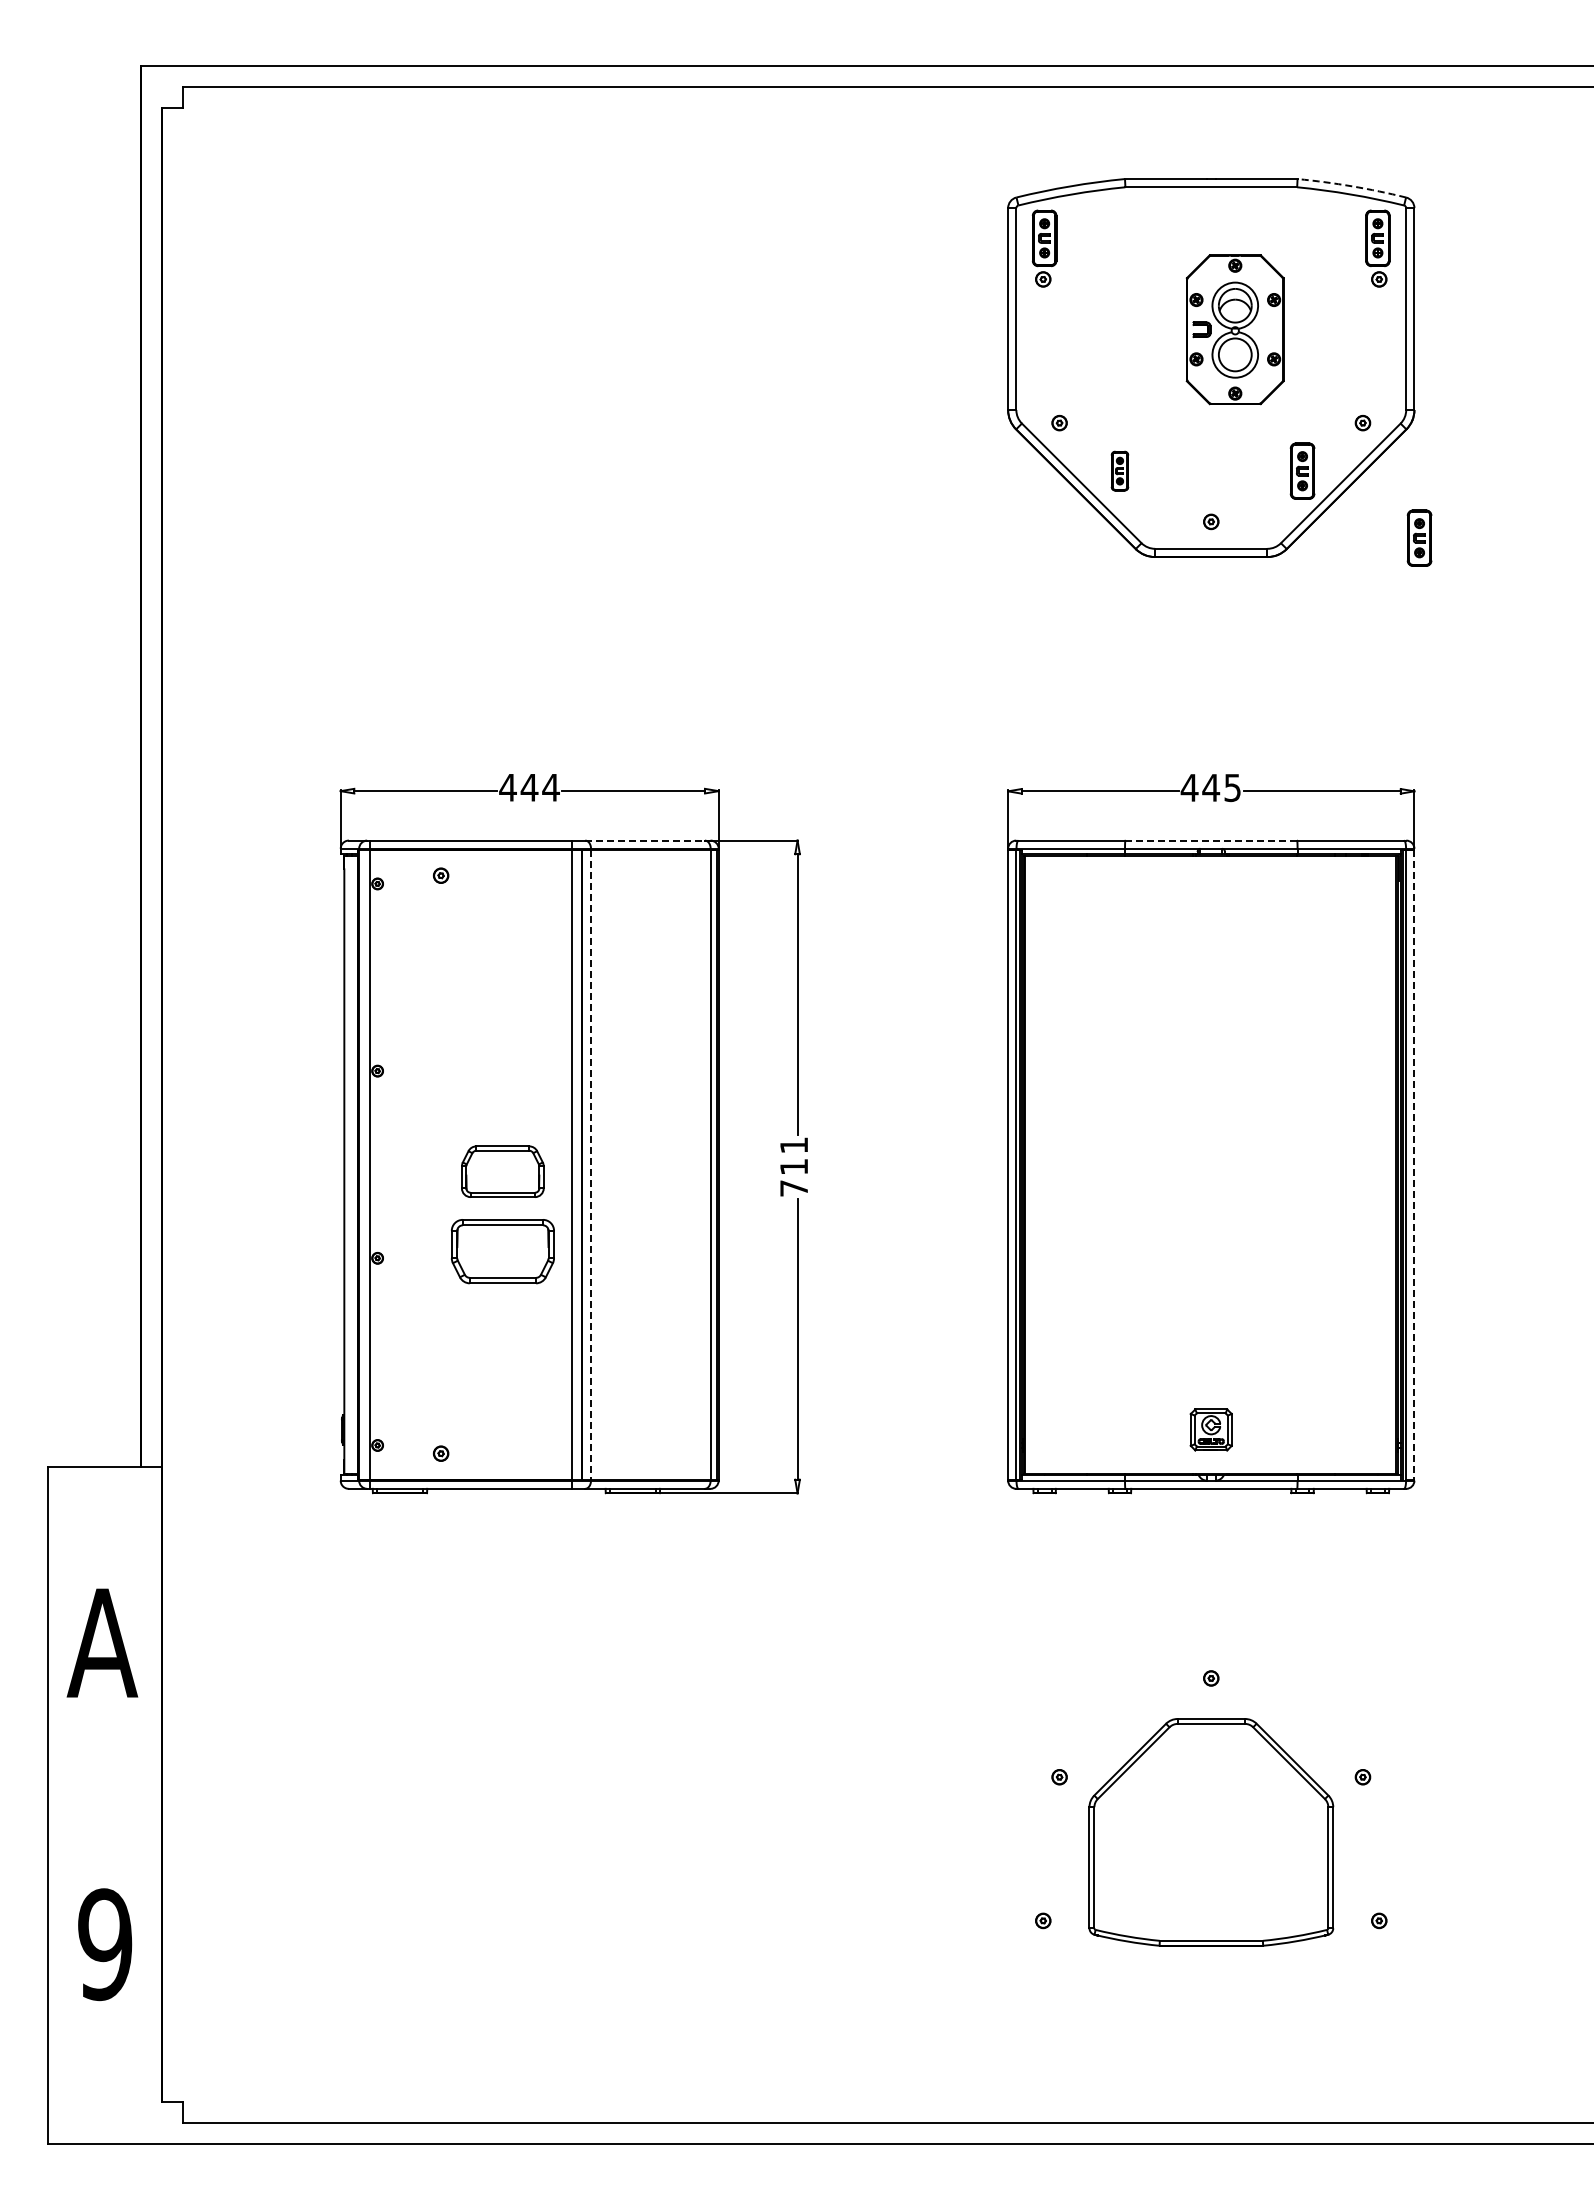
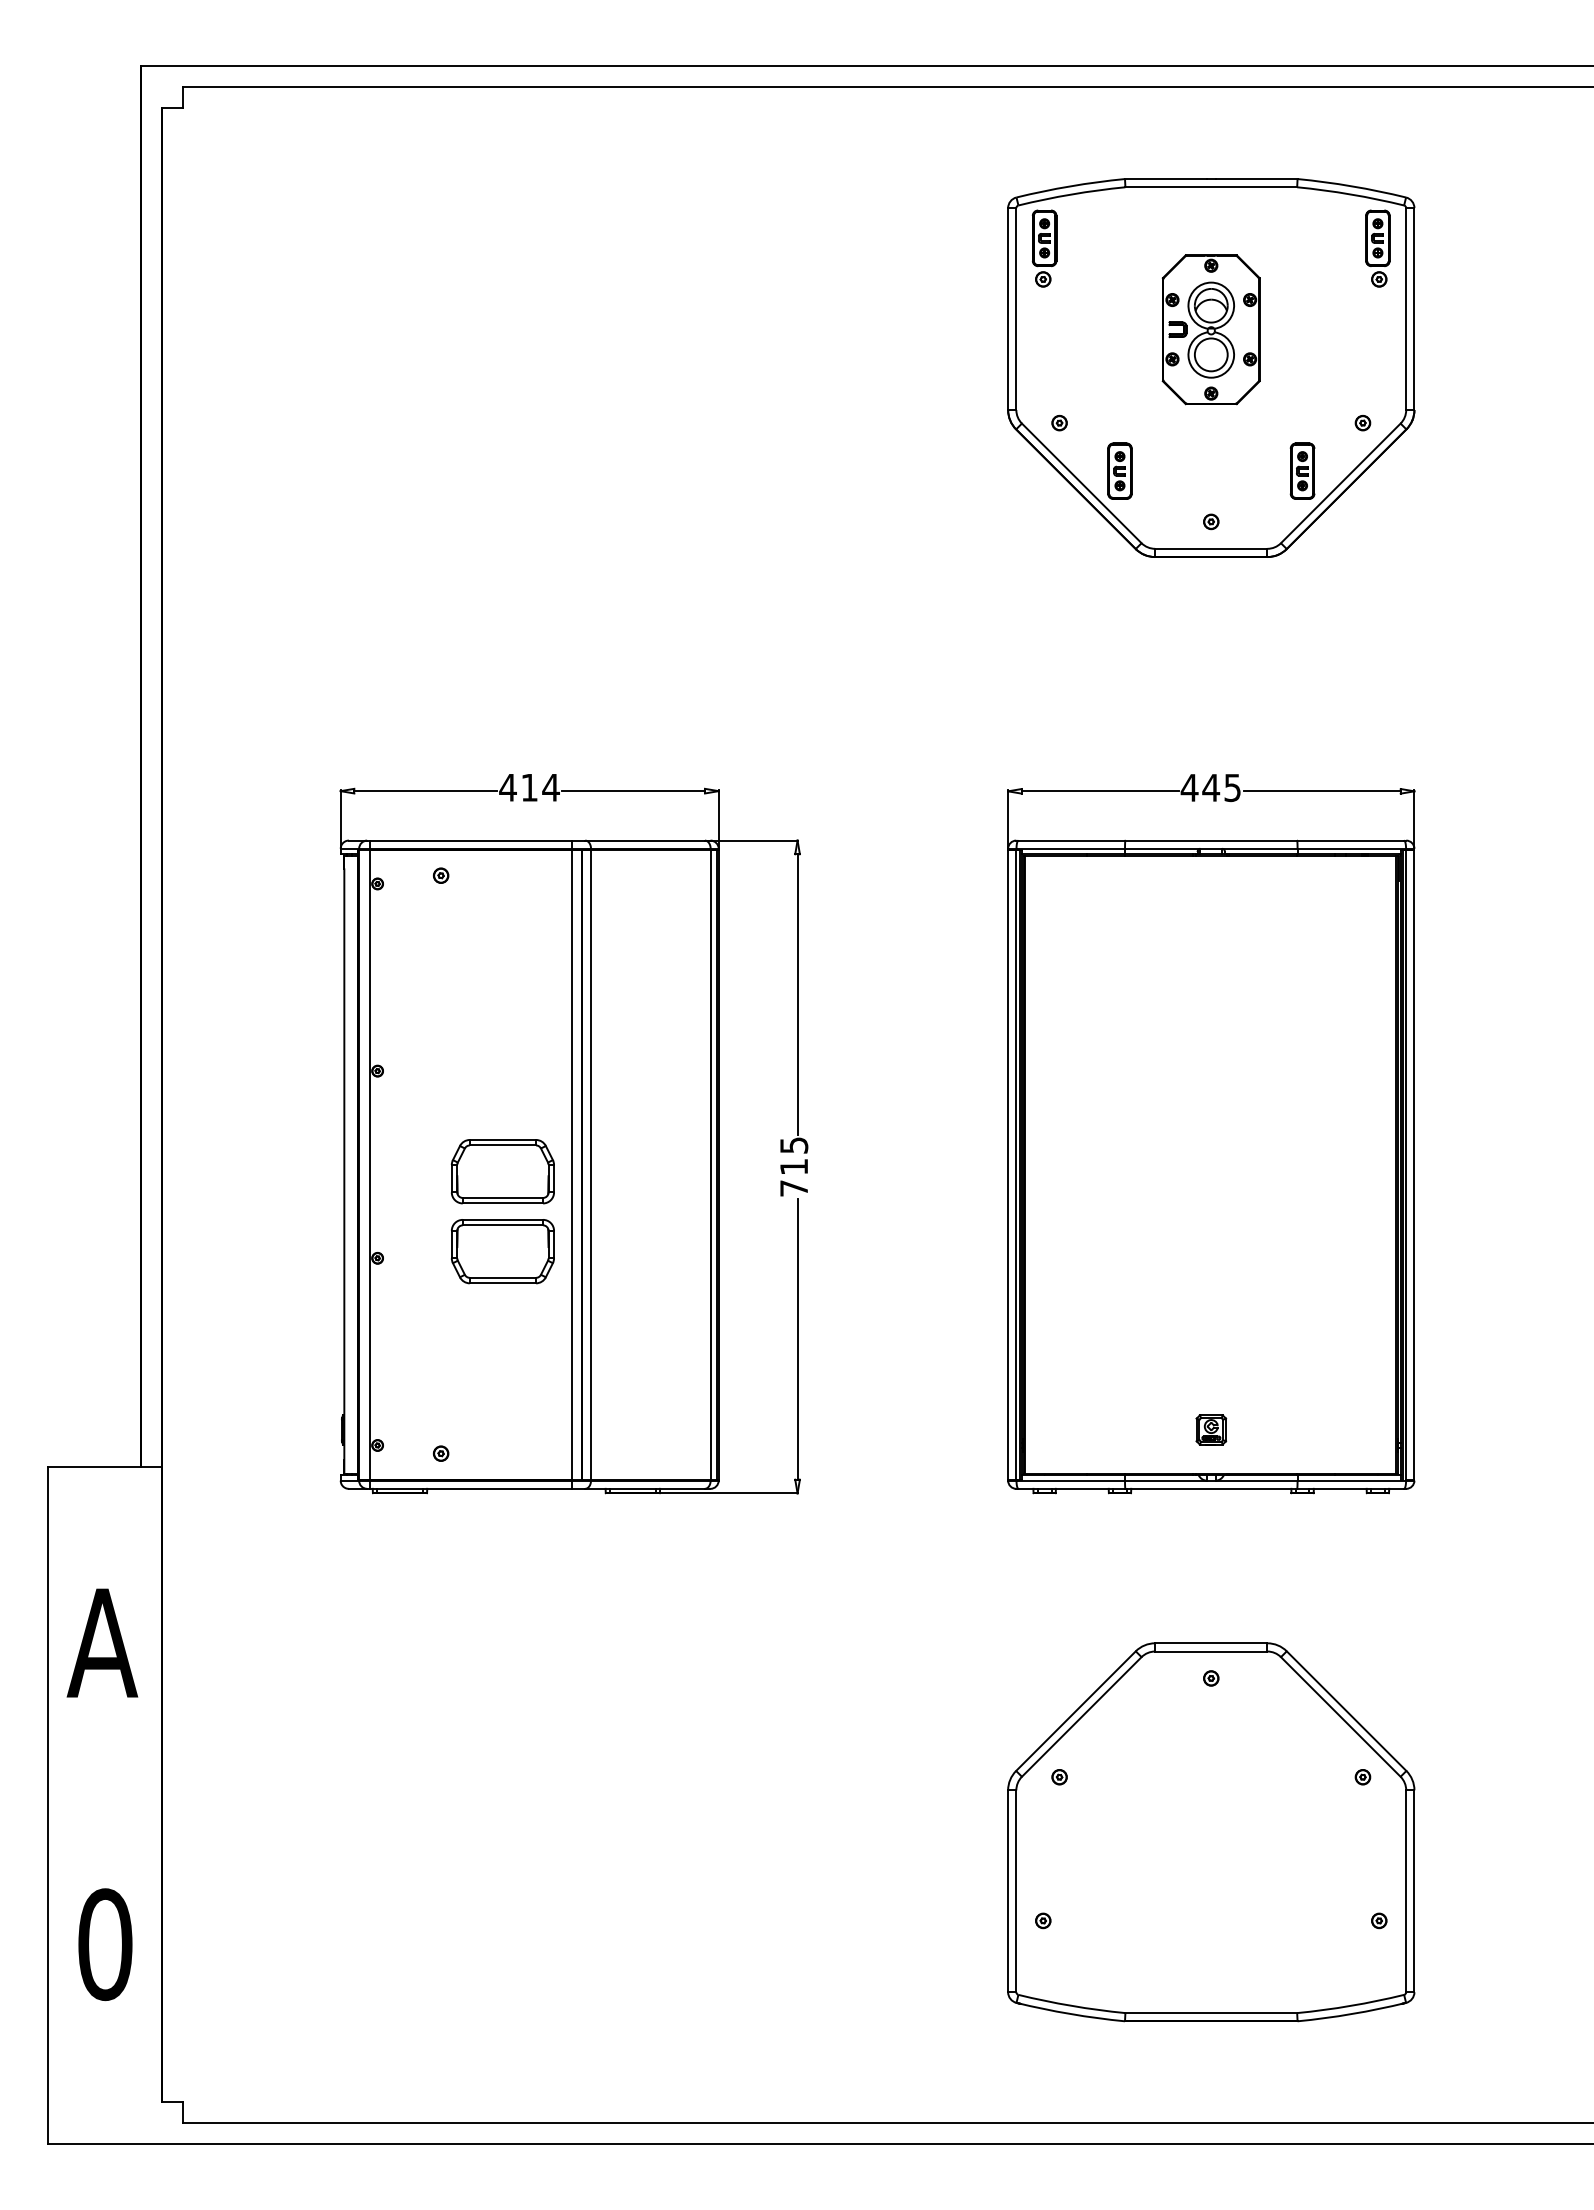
arc at (1352, 186): dashed -> solid
part at (1234, 329) position: (1234, 329) -> (1210, 329)
part at (1119, 470) size: 20x42 px -> 26x58 px
part at (1419, 537): present -> none
text at (529, 787): 444 -> 414
line at (645, 840): dashed -> solid
line at (1211, 840): dashed -> solid
text at (794, 1145): 711 -> 715
line at (591, 1165): dashed -> solid
line at (1414, 1165): dashed -> solid
part at (502, 1171) size: 84x53 px -> 105x66 px
part at (1210, 1429) size: 44x44 px -> 33x32 px
part at (1211, 1832) size: 247x229 px -> 409x381 px
text at (105, 1944): 9 -> 0
